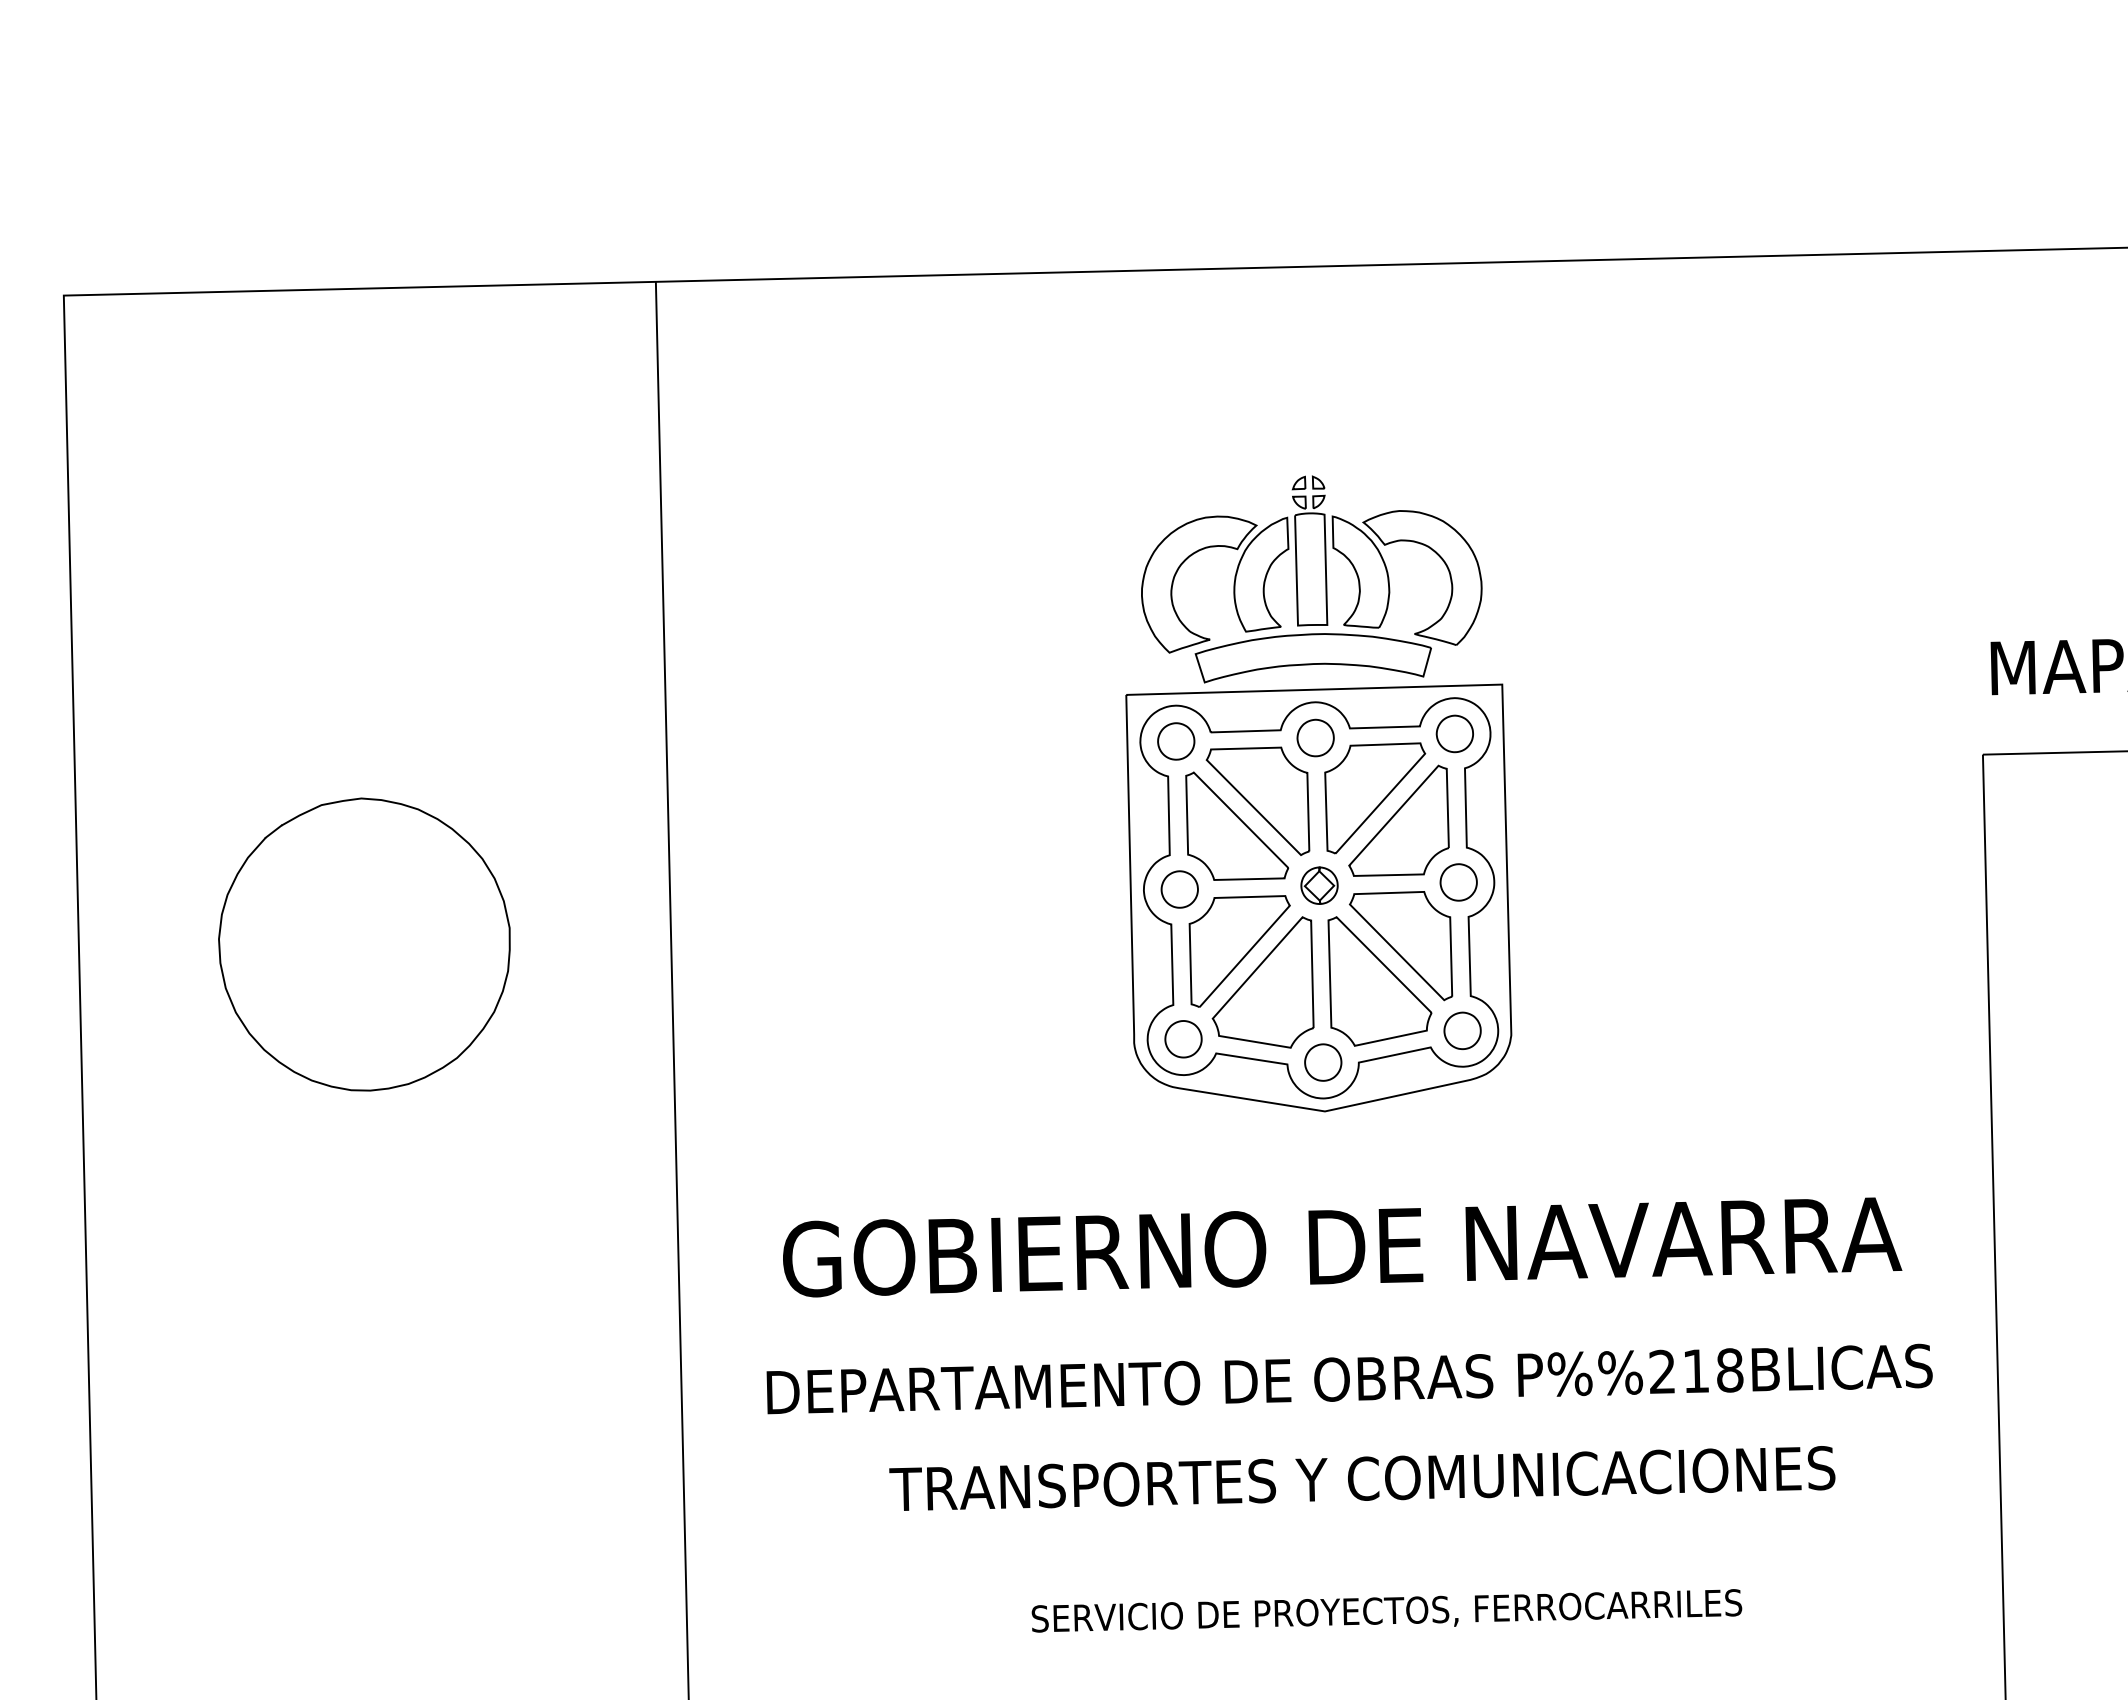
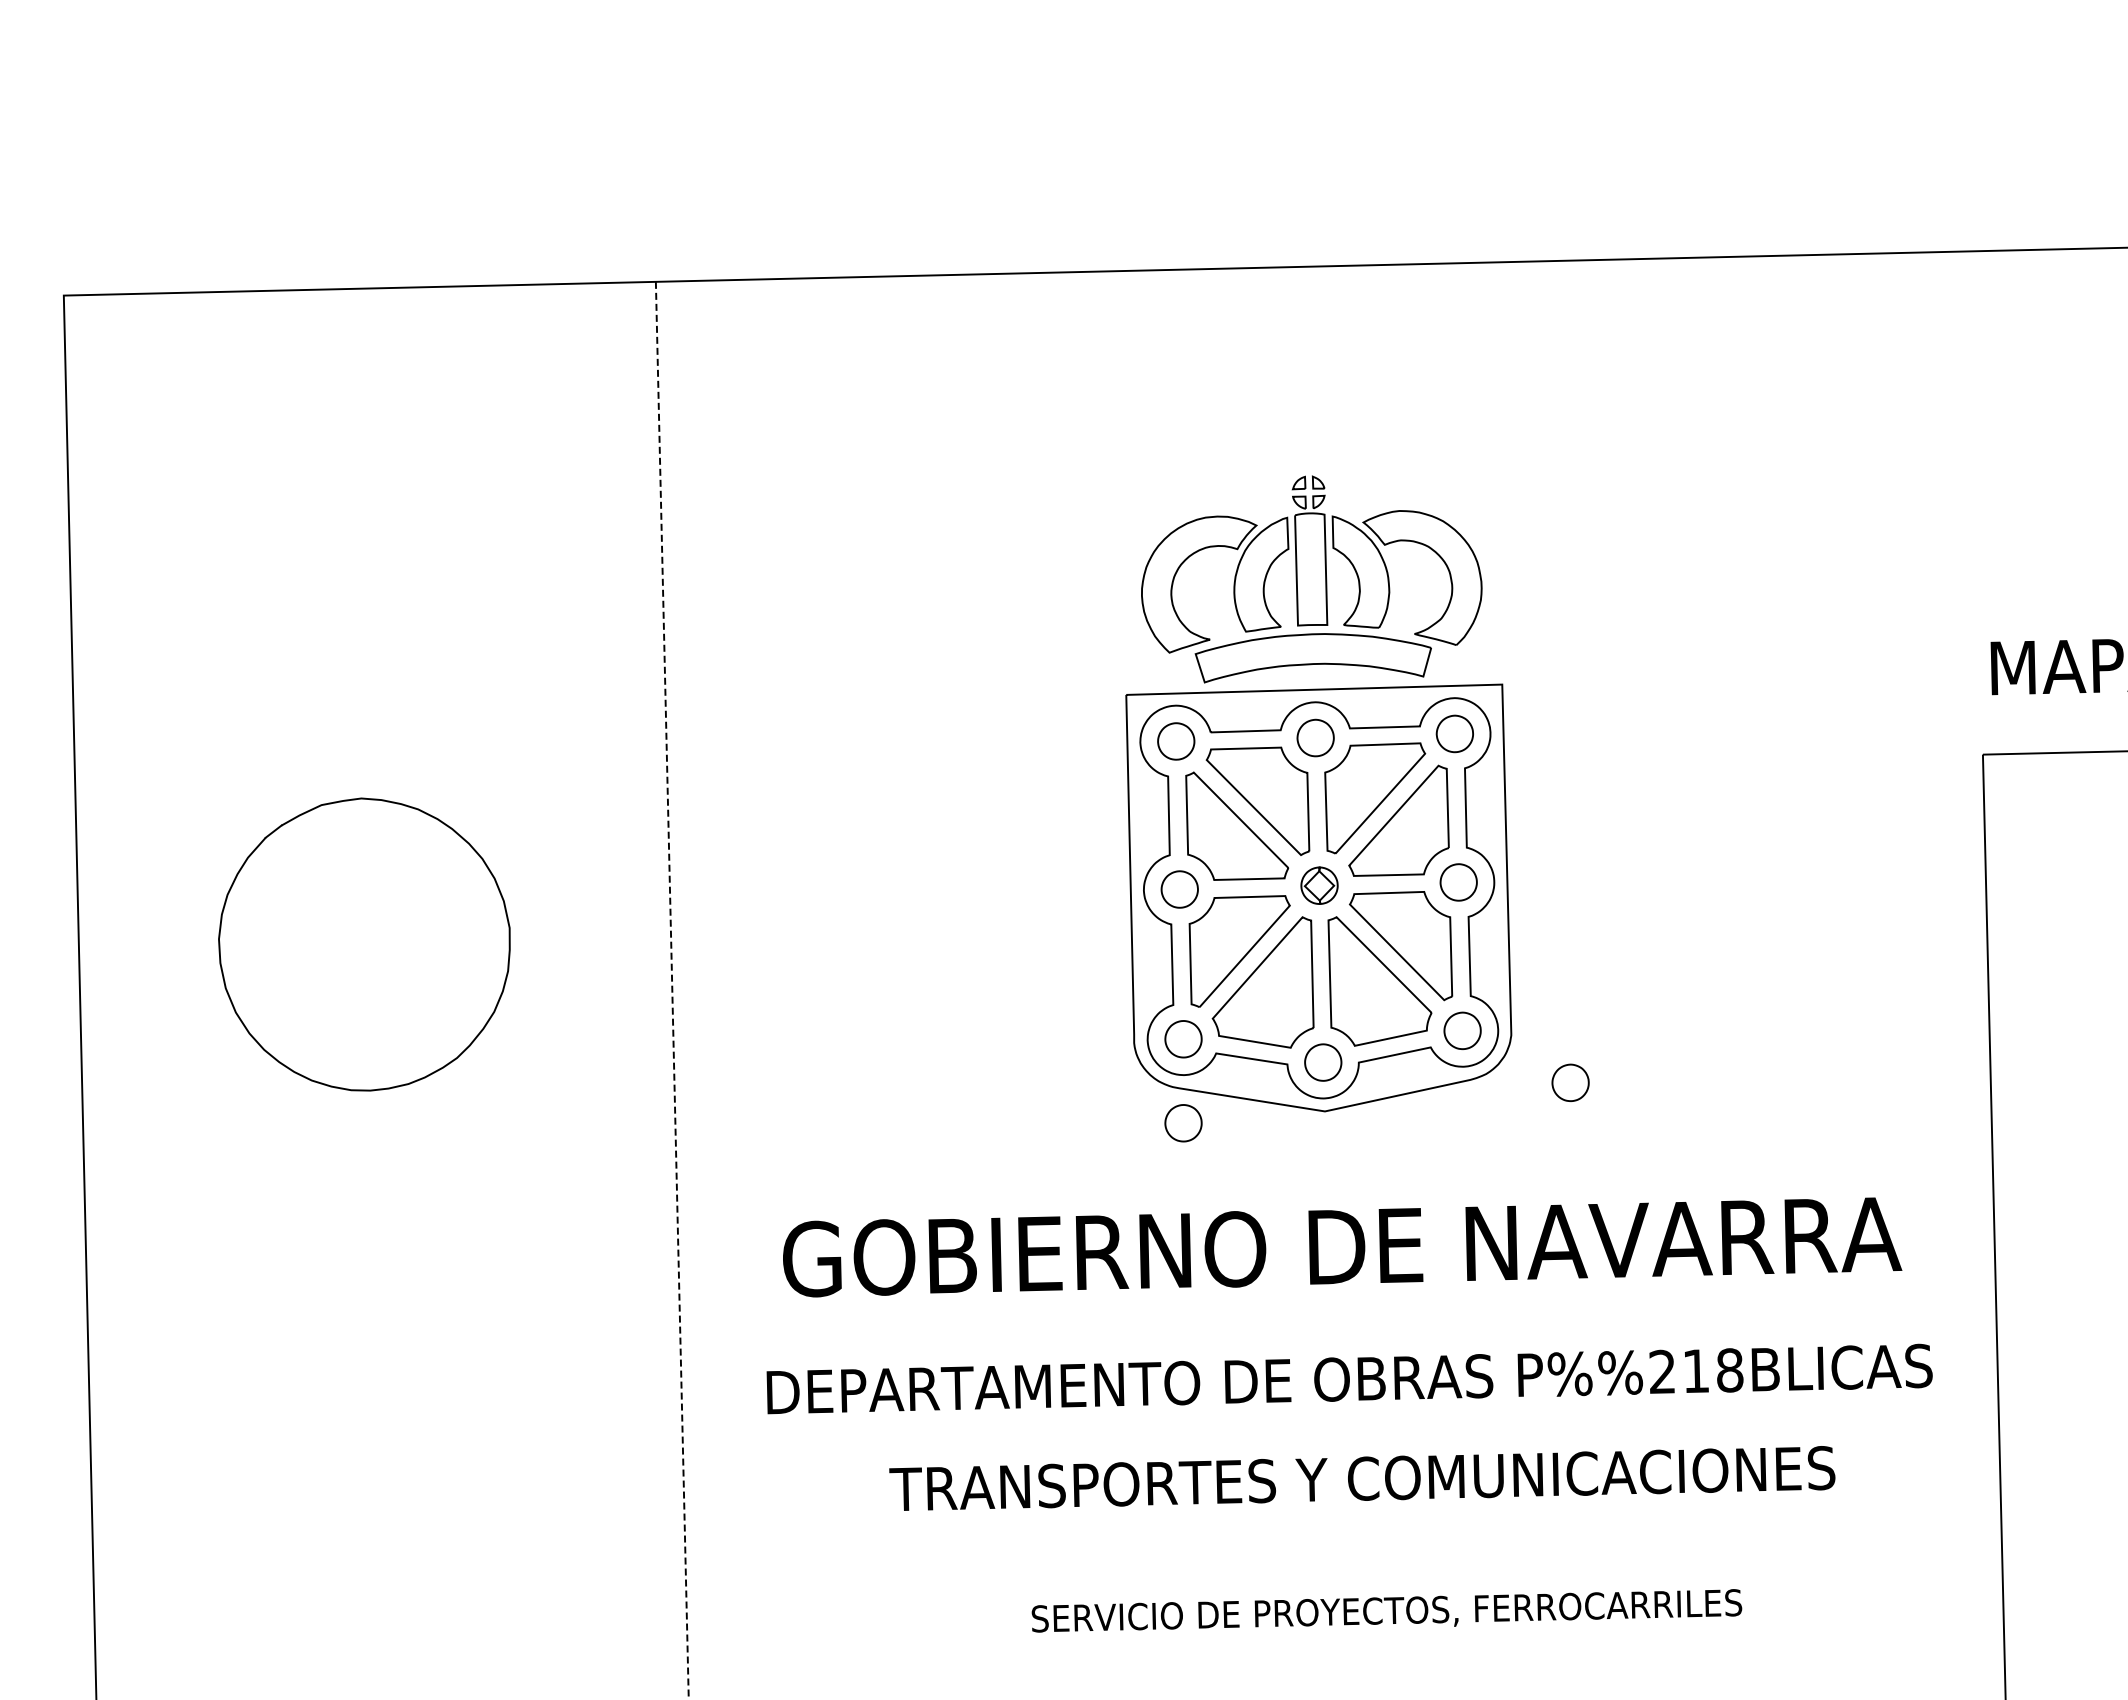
line at (672, 991): solid -> dashed
part at (1570, 1082): none -> present
part at (1183, 1123): none -> present
